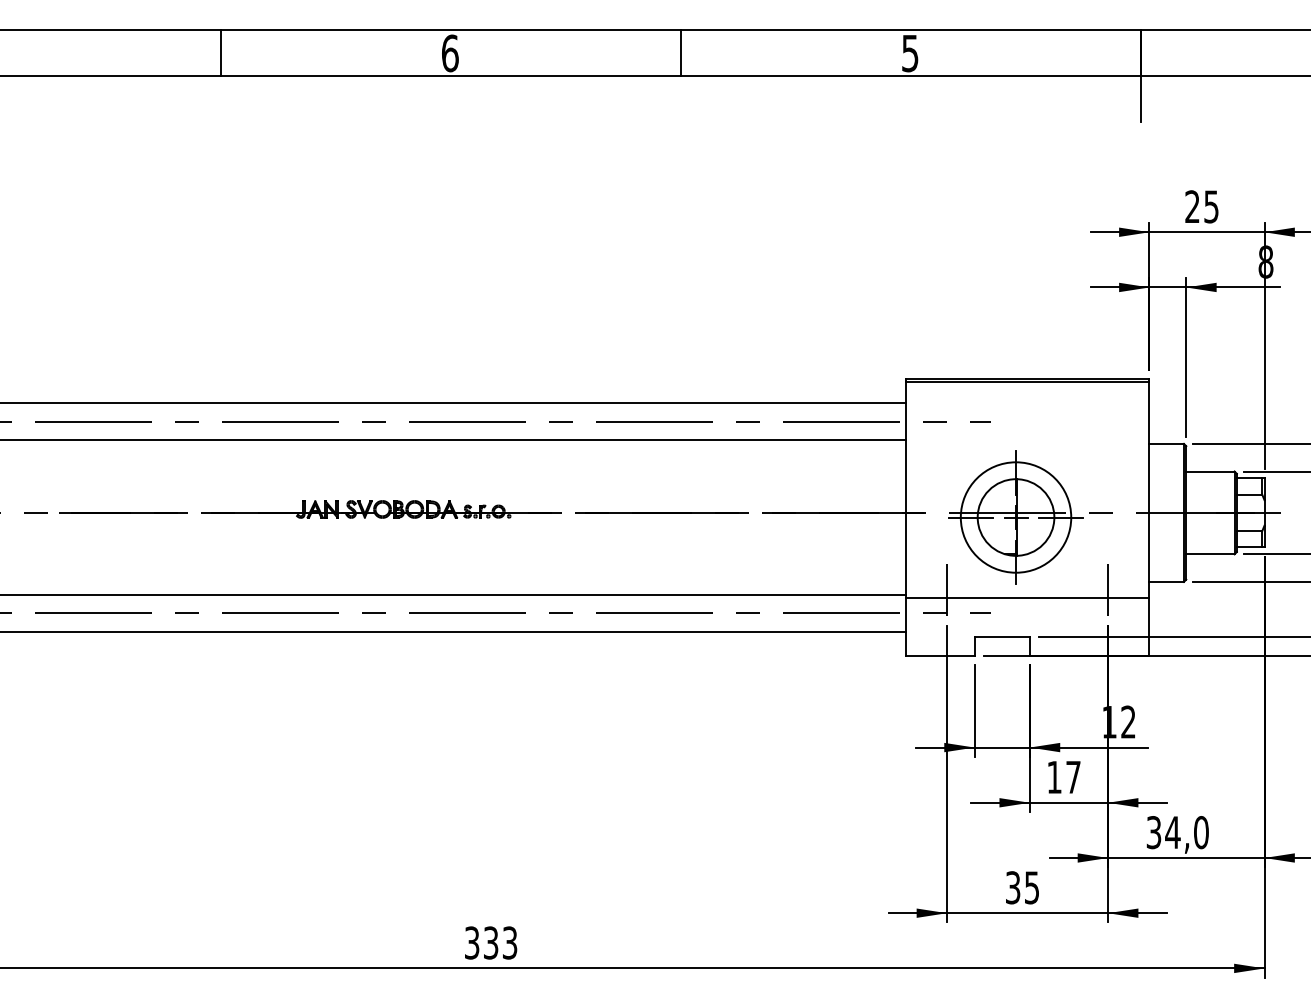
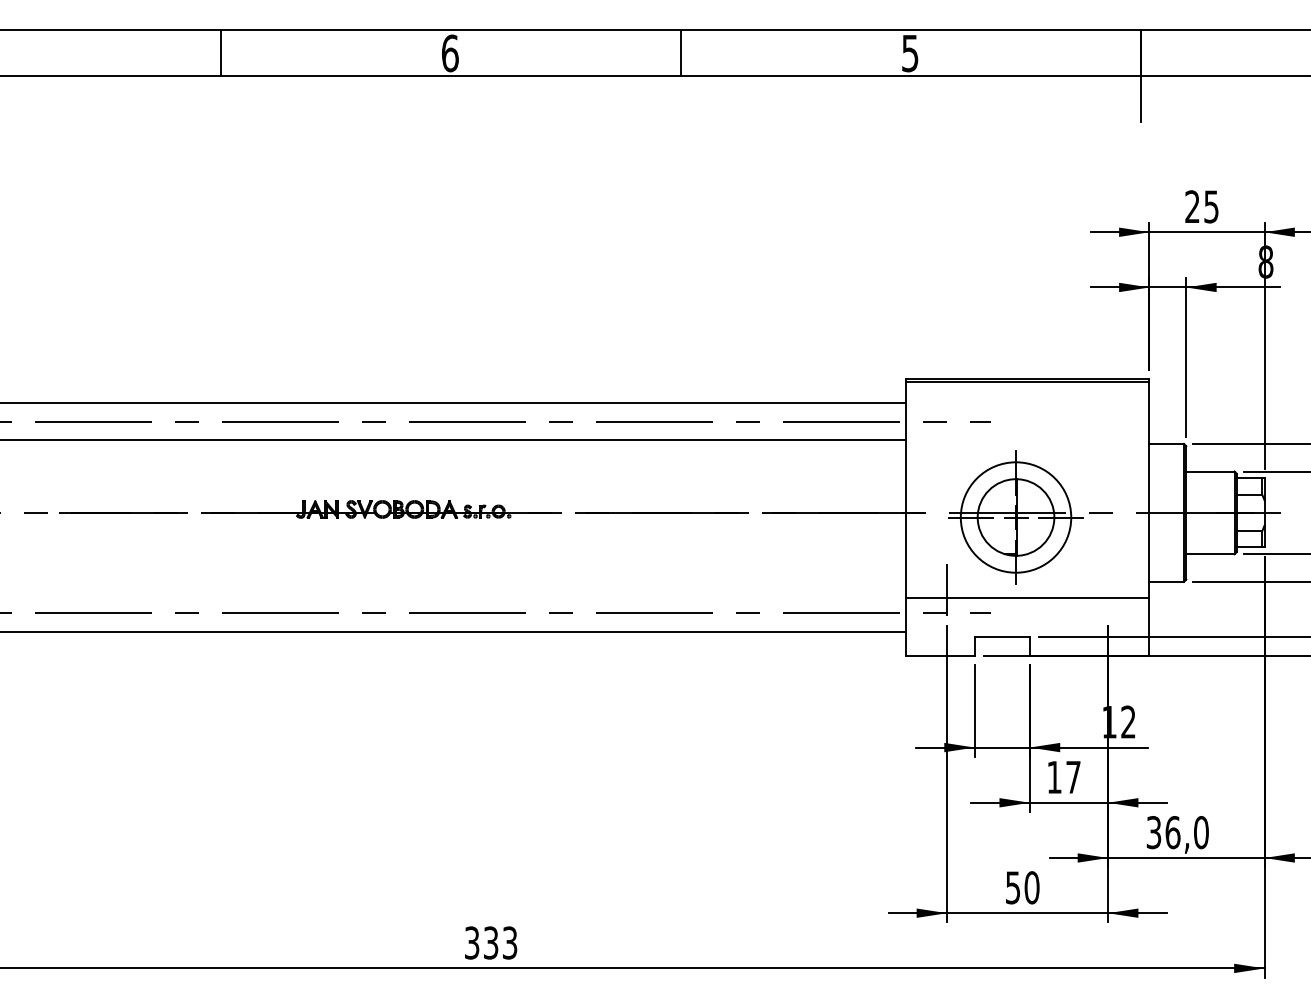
line at (1108, 589): present -> none
line at (453, 595): present -> none
text at (1172, 832): 34,0 -> 36,0
text at (1022, 887): 35 -> 50
